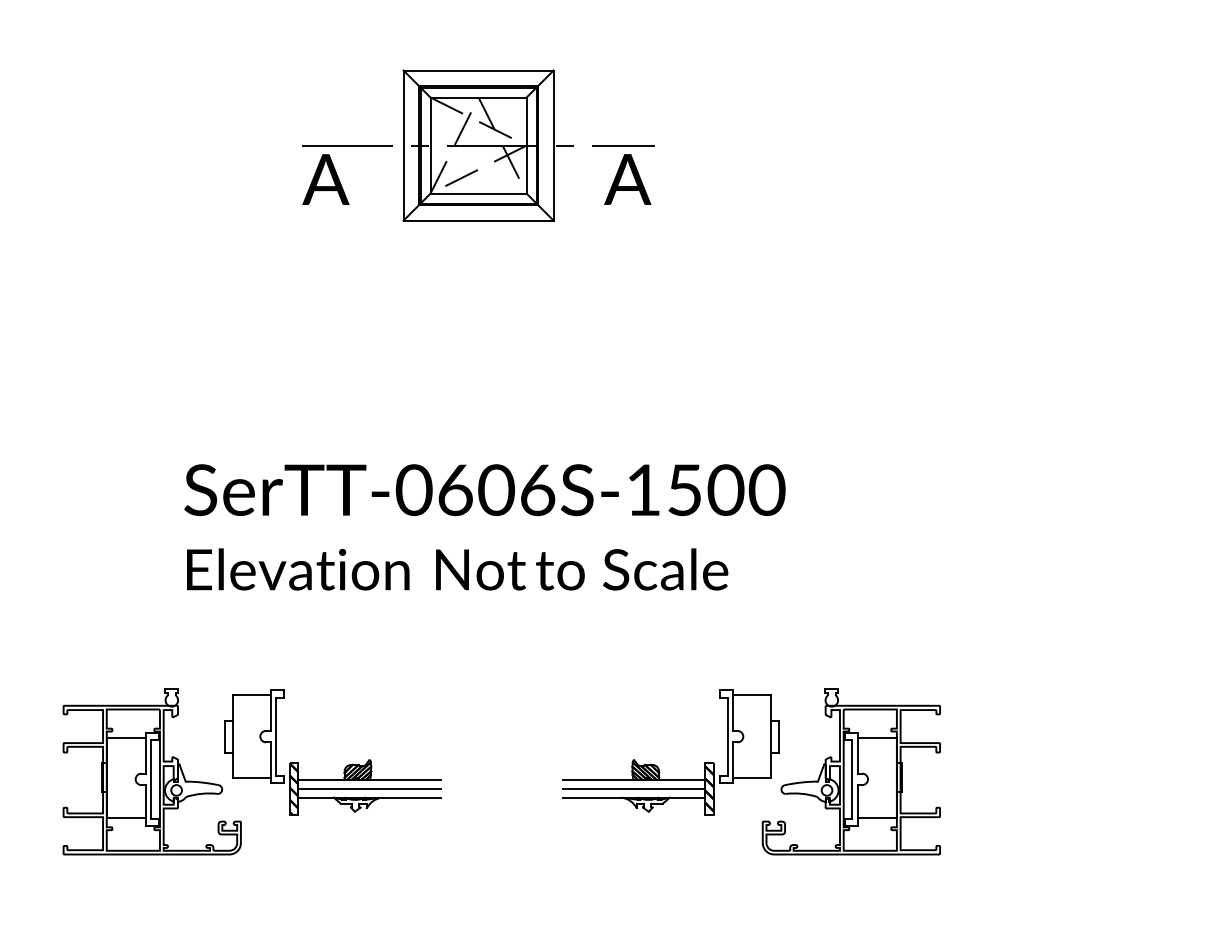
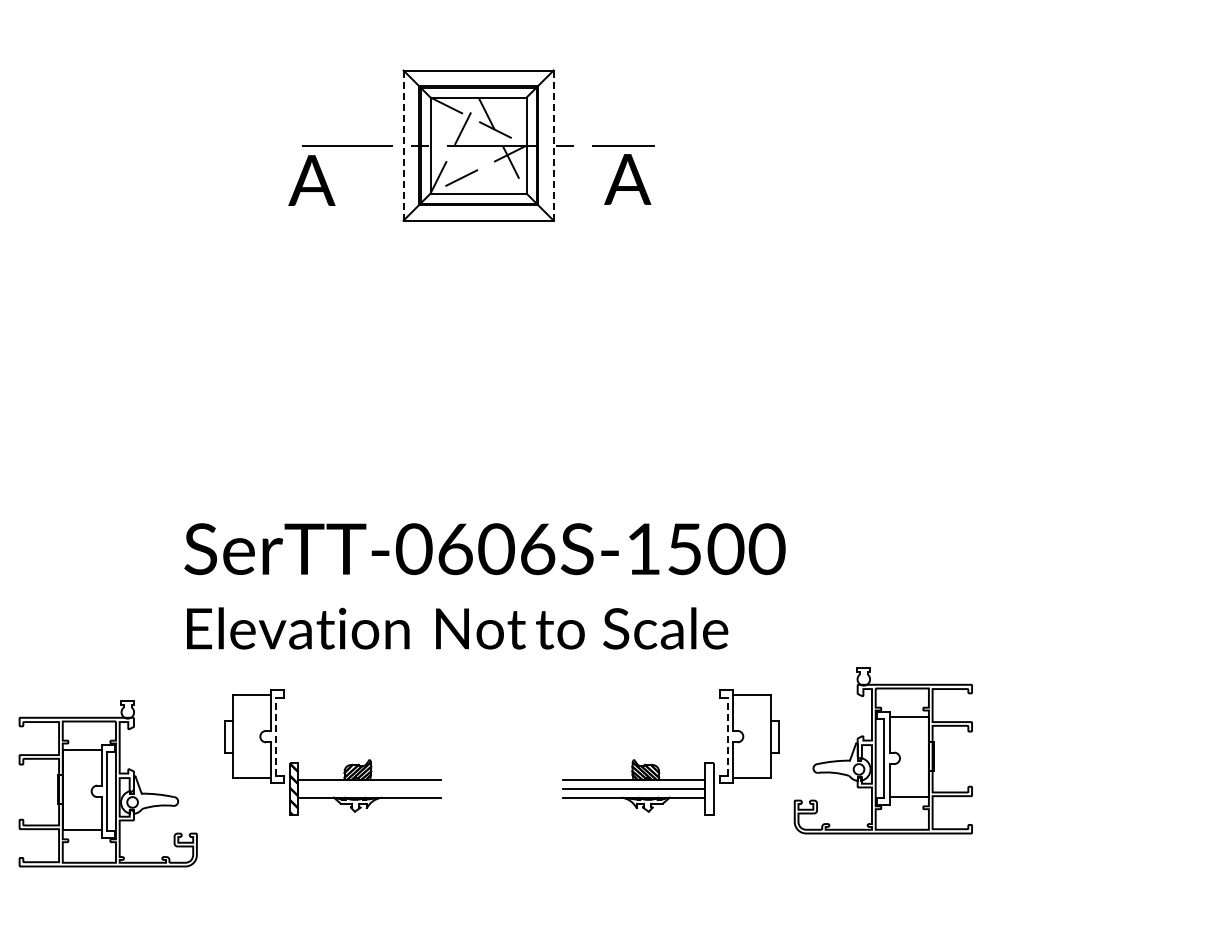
line at (403, 145): solid -> dashed
line at (553, 145): solid -> dashed
text at (325, 179) position: (325, 179) -> (311, 180)
text at (484, 527) position: (484, 527) -> (484, 586)
line at (275, 736): solid -> dashed
line at (727, 736): solid -> dashed
part at (151, 771) position: (151, 771) -> (107, 783)
part at (850, 771) position: (850, 771) -> (882, 750)
line at (369, 788): present -> none
hatch at (709, 790): present -> none
